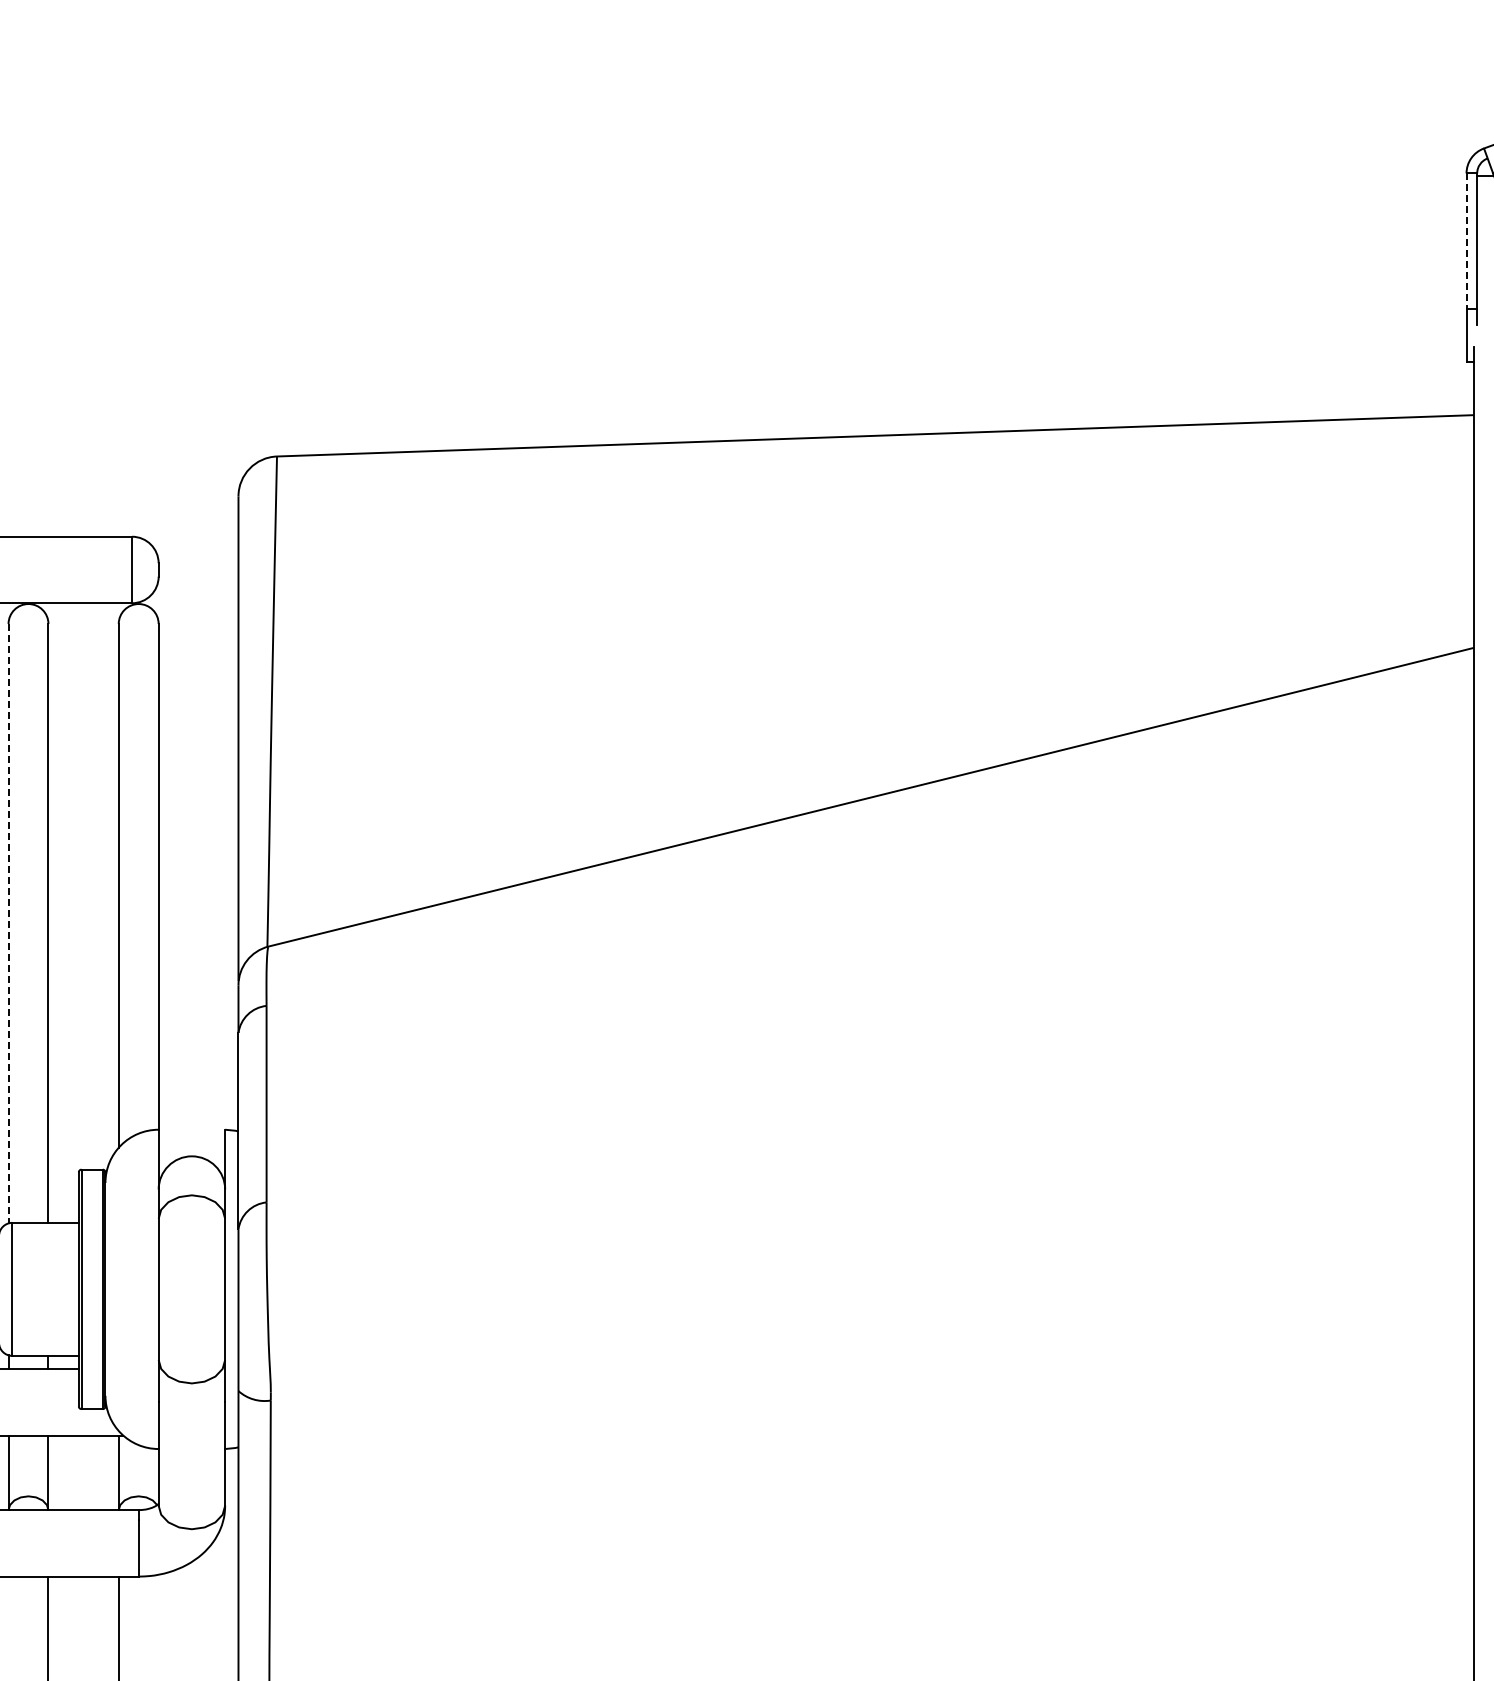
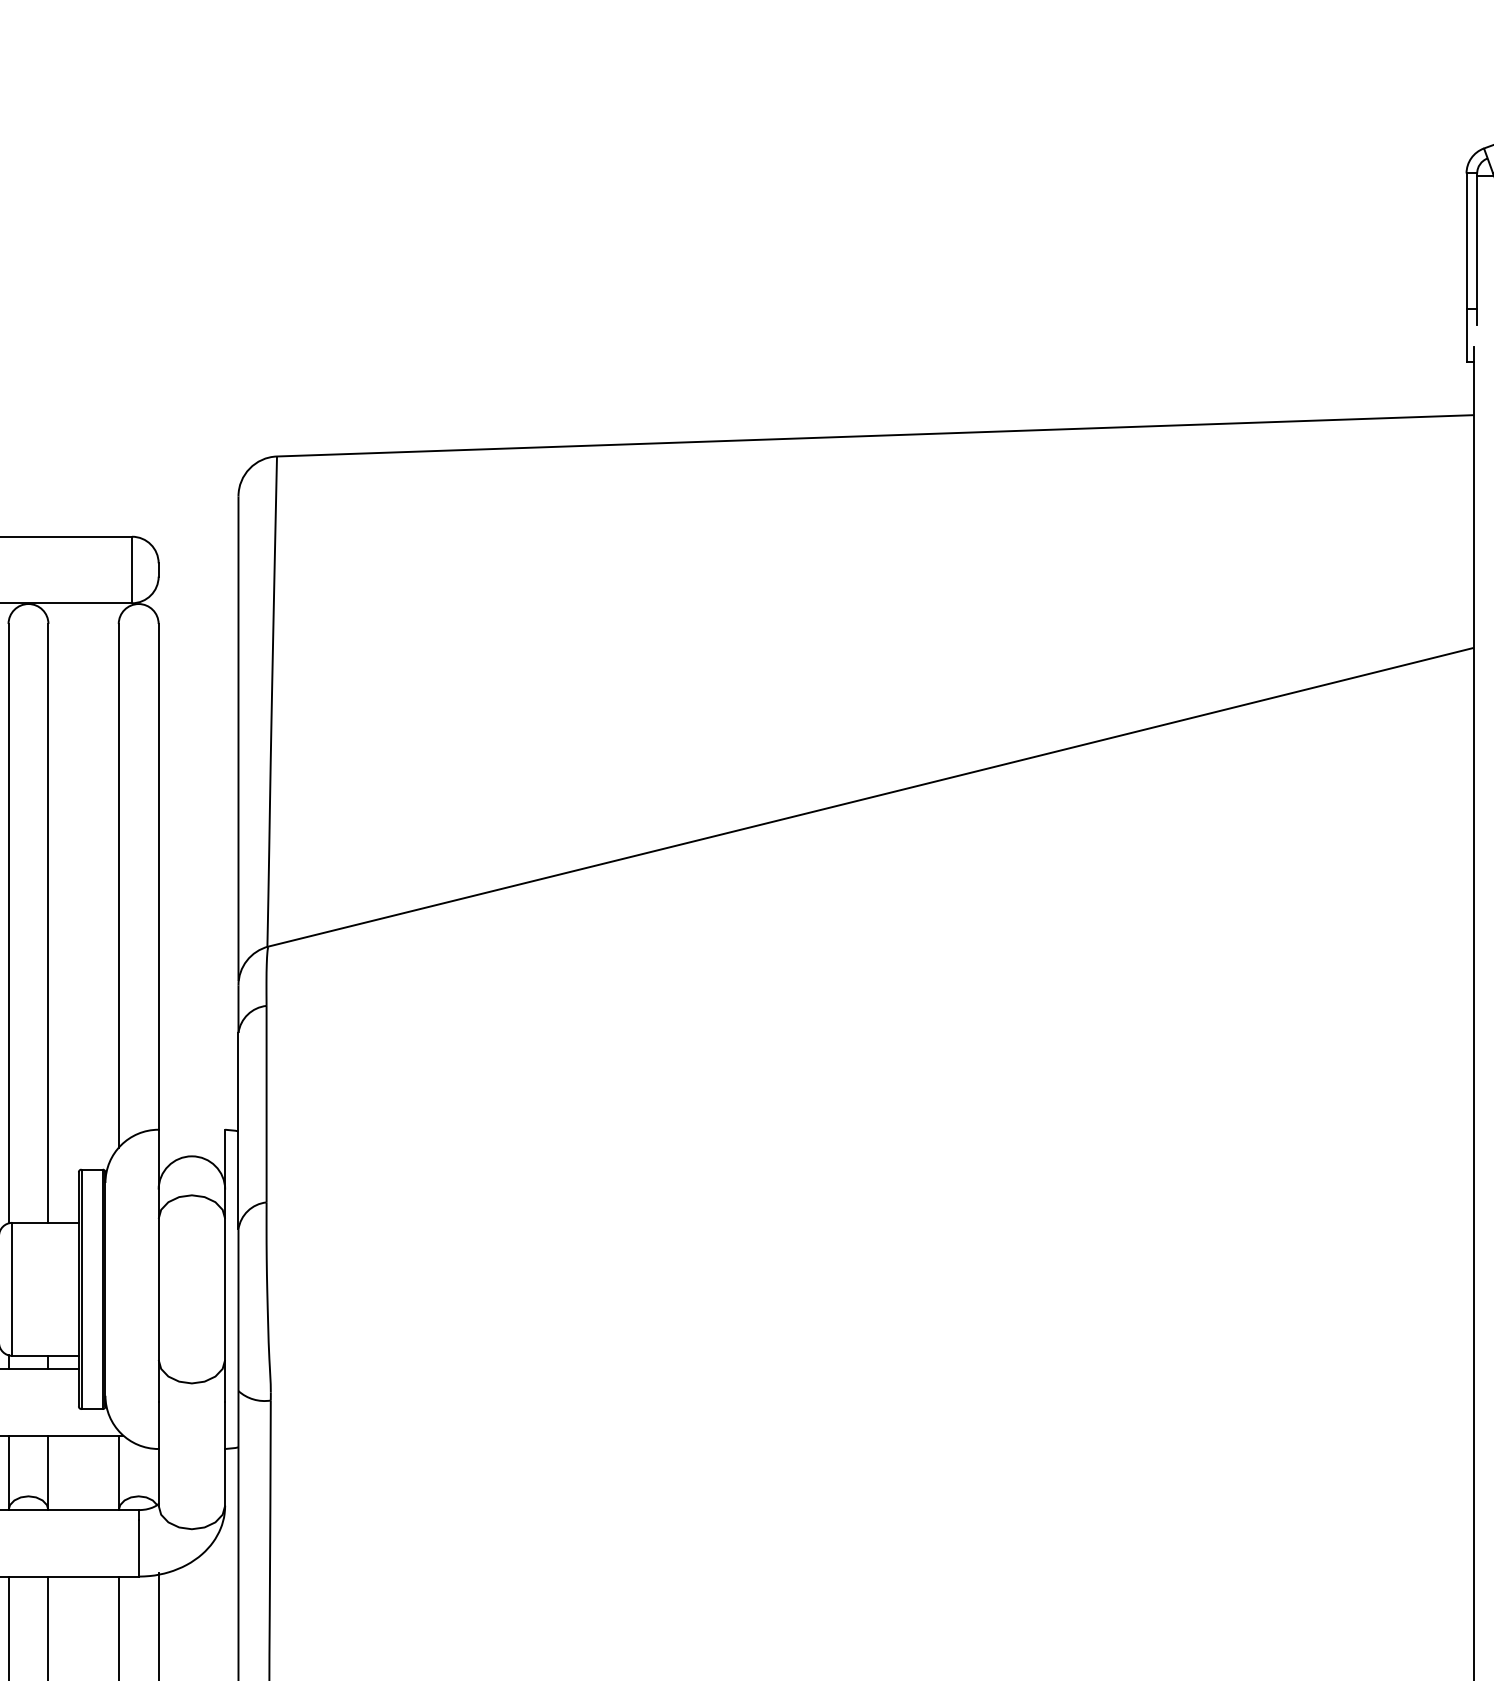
line at (1466, 241): dashed -> solid
line at (8, 923): dashed -> solid
line at (158, 1624): none -> present
line at (8, 1626): none -> present
